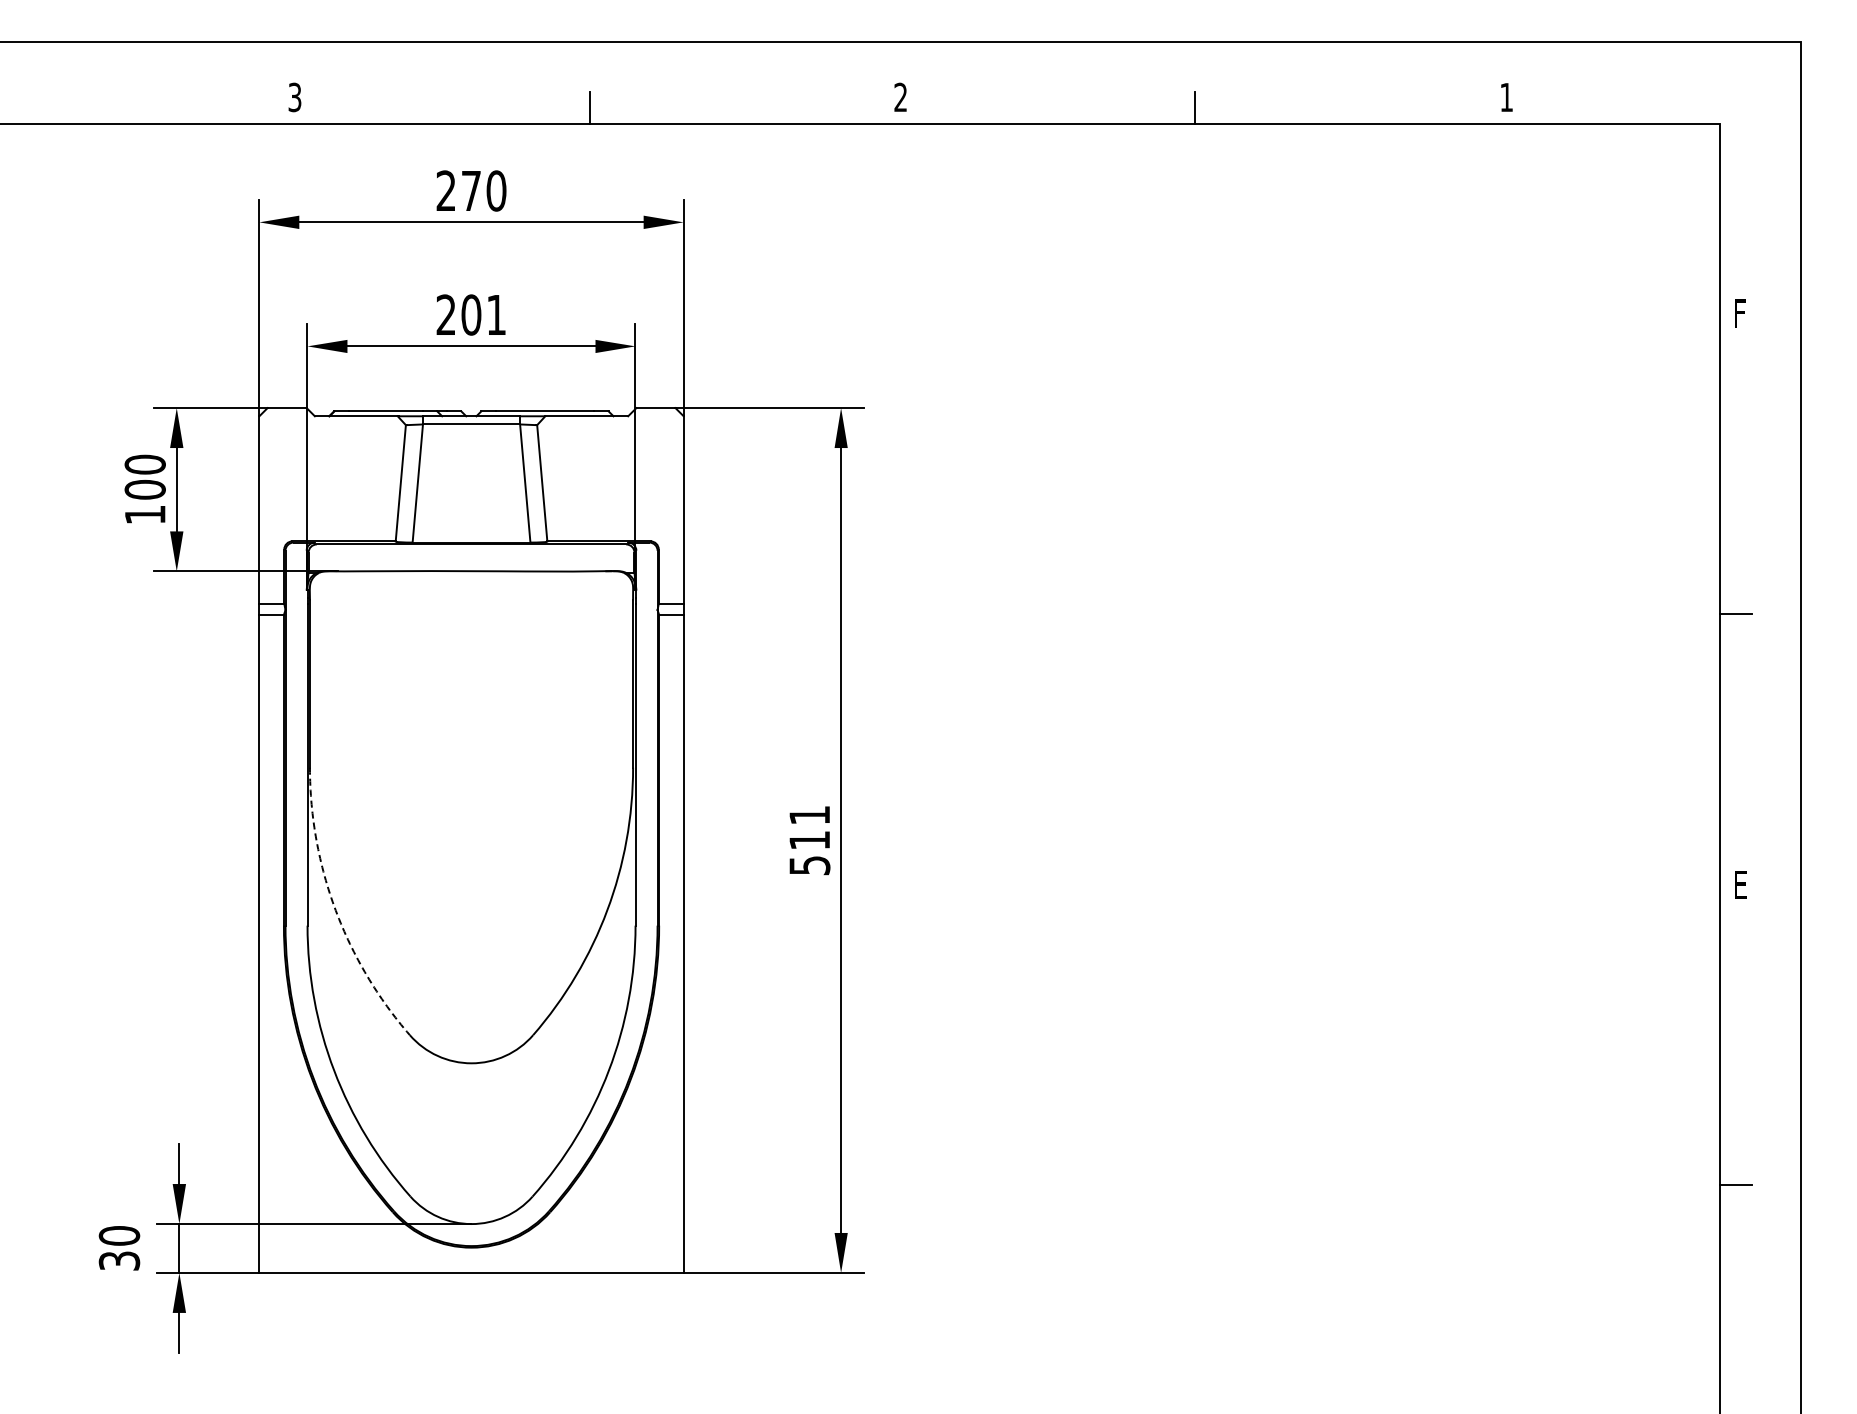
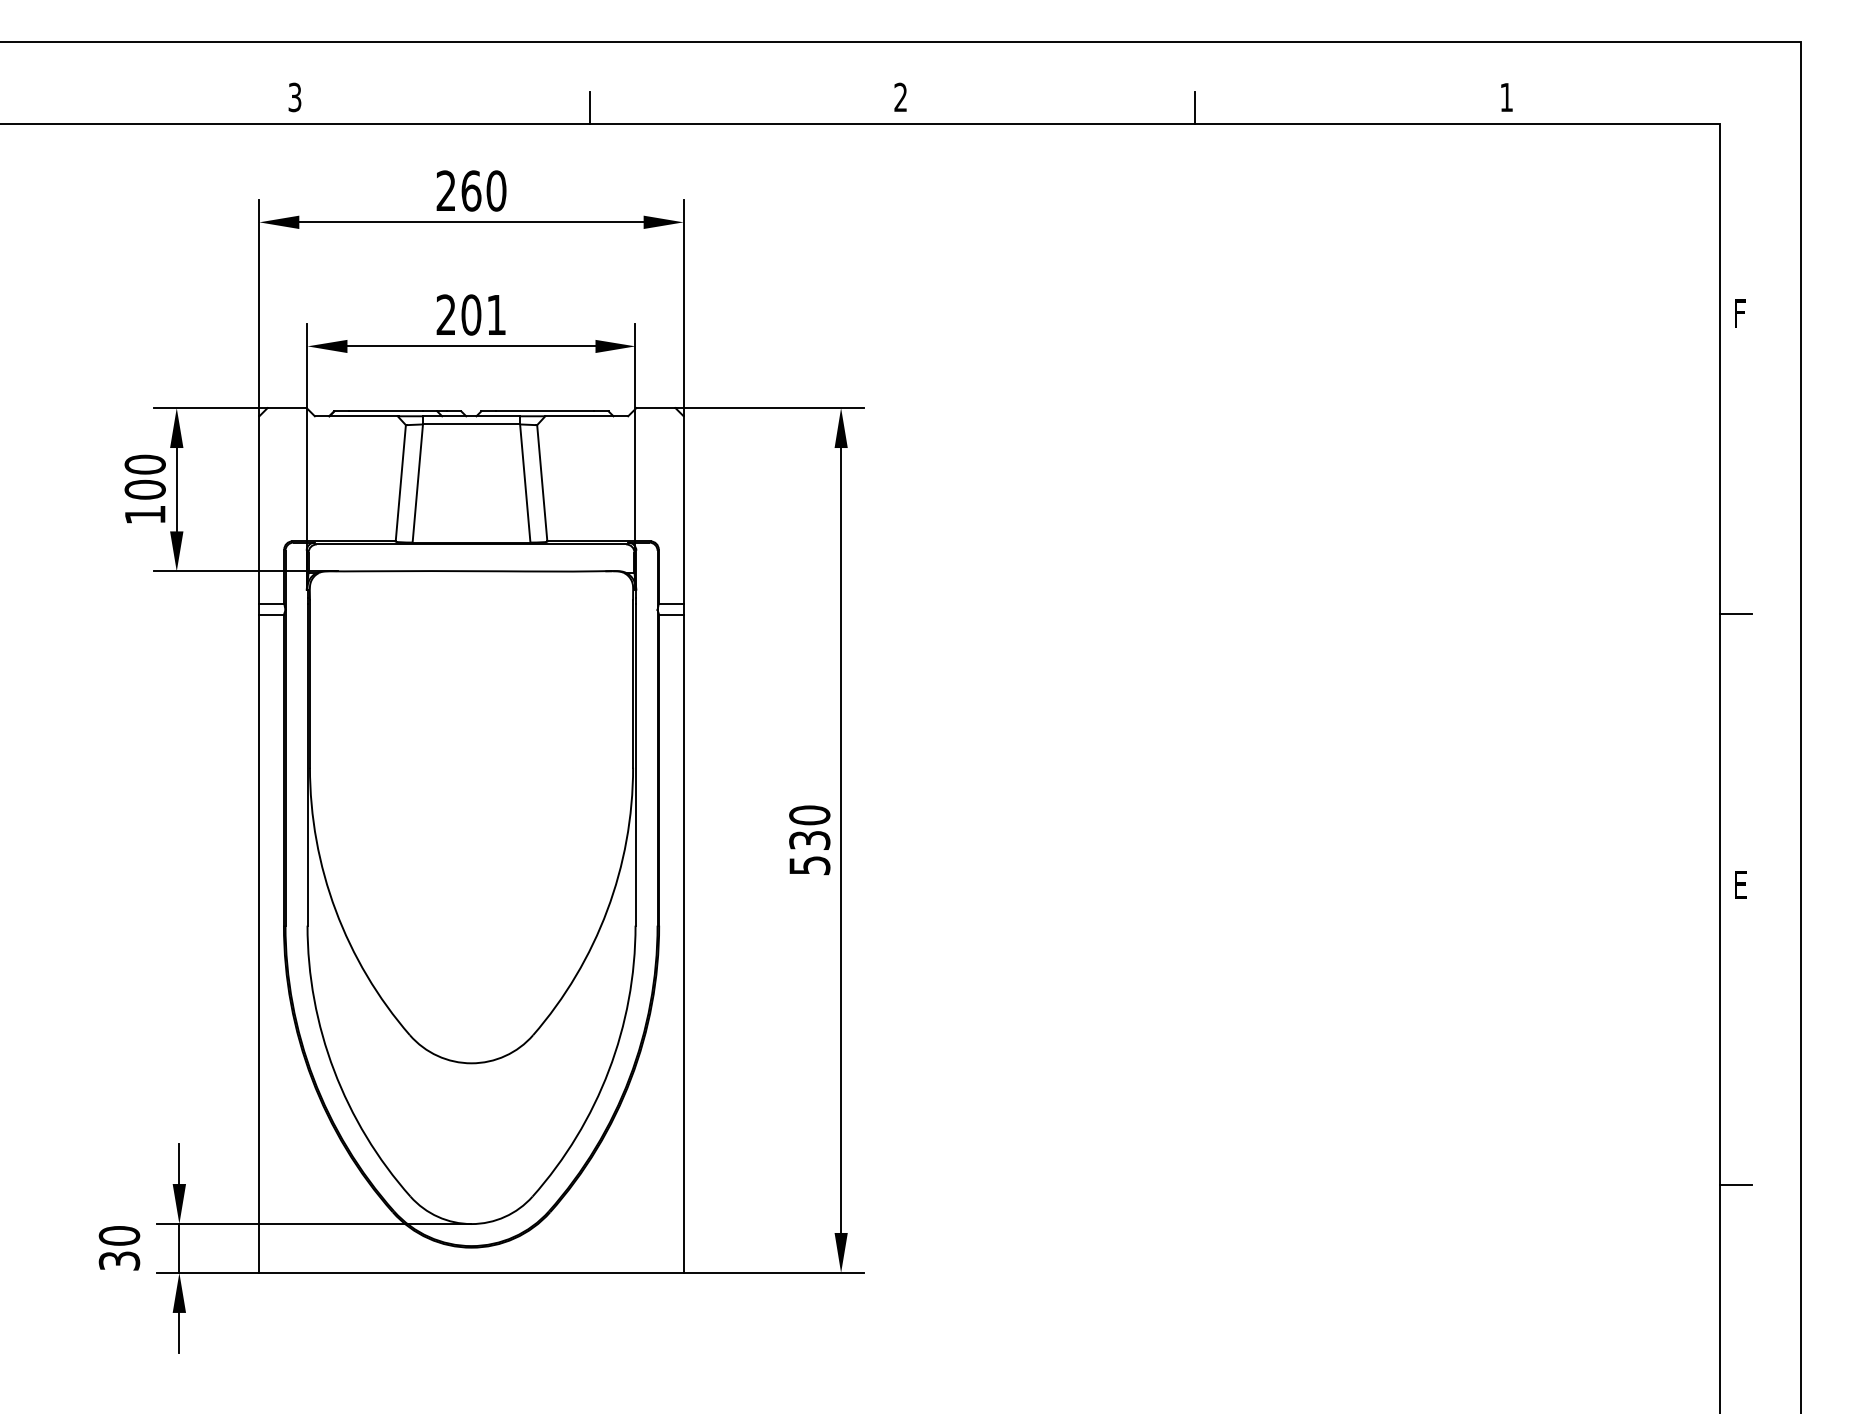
text at (471, 190): 270 -> 260
text at (809, 827): 511 -> 530
arc at (335, 910): dashed -> solid
